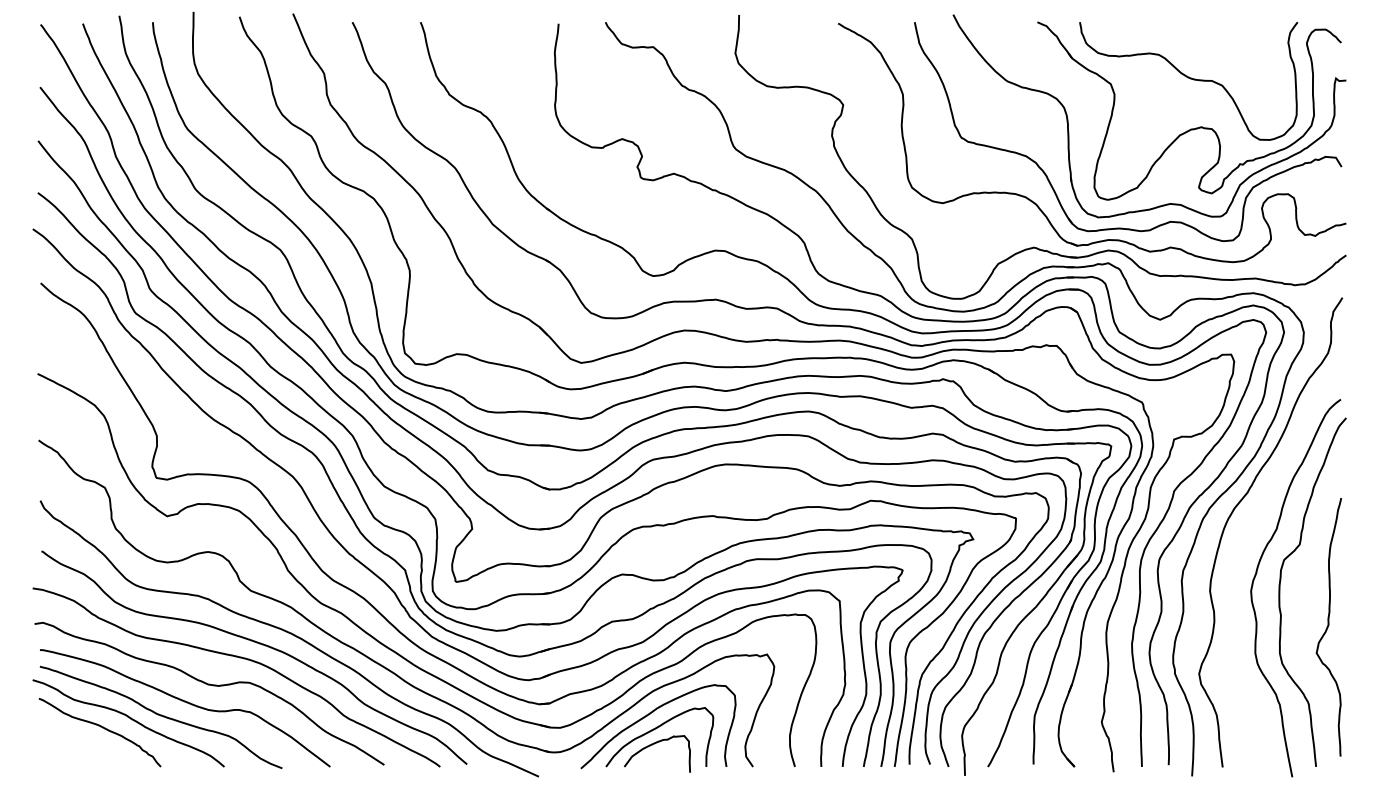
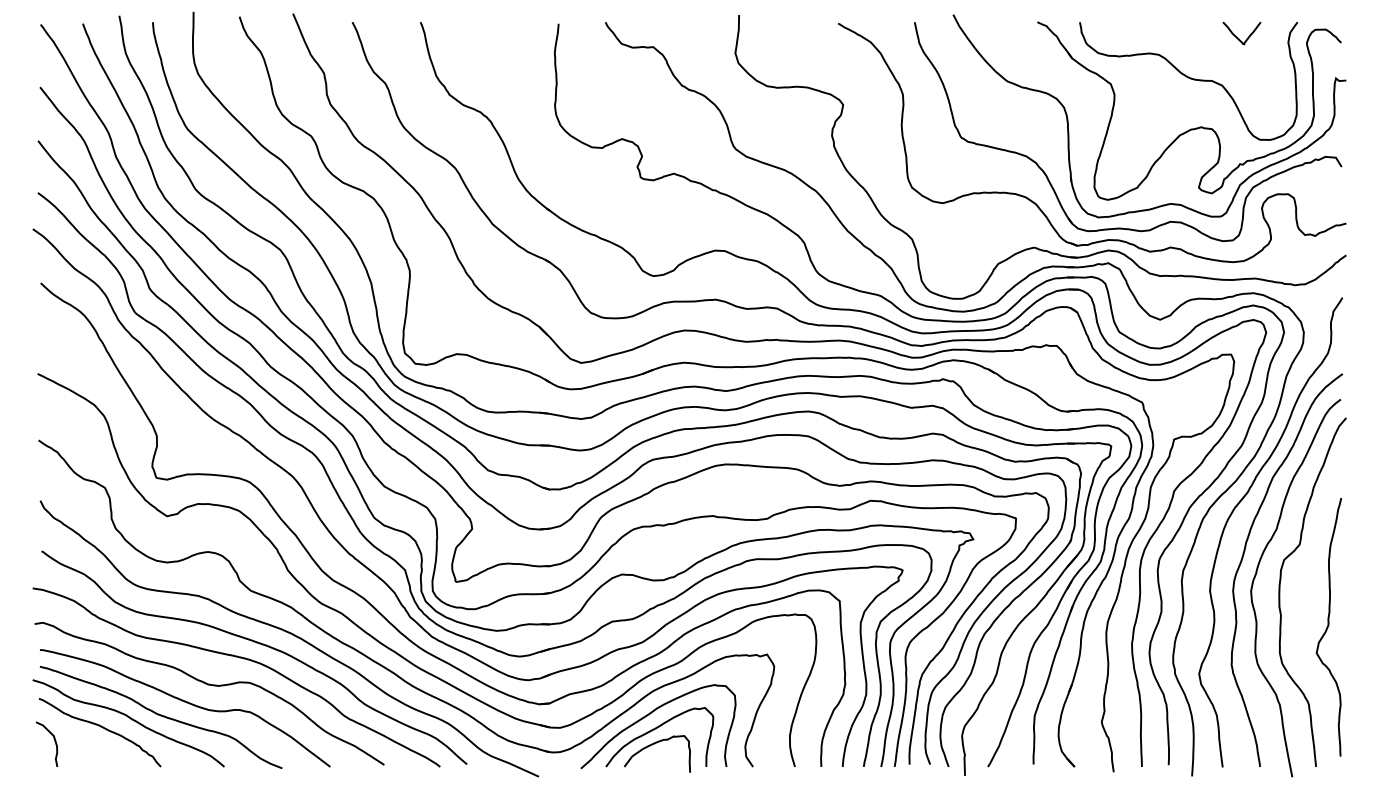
curve at (1237, 36): none -> present
curve at (1243, 558): none -> present
curve at (54, 742): none -> present
